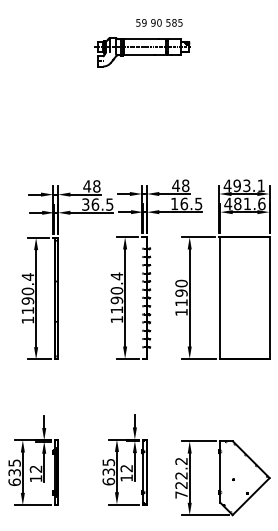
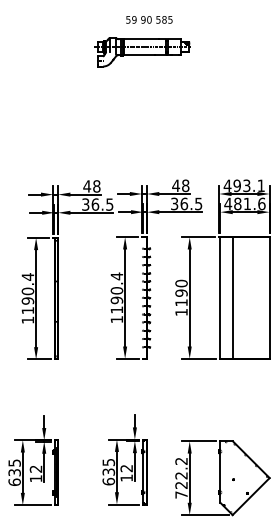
text at (159, 22) position: (159, 22) -> (149, 19)
text at (174, 203): 16.5 -> 36.5
line at (232, 297): none -> present
